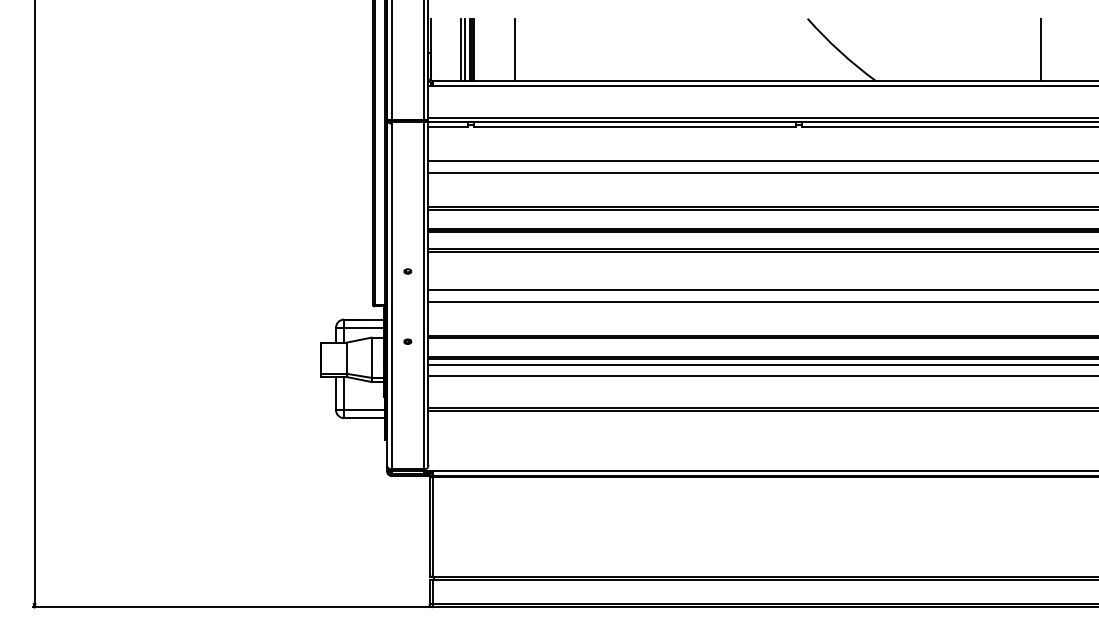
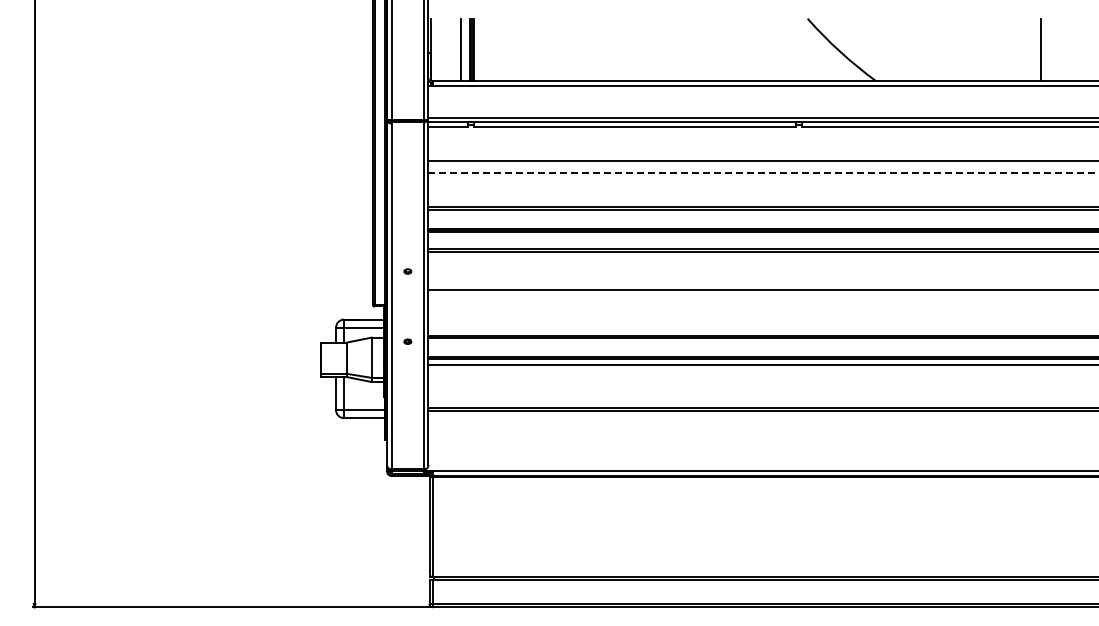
line at (465, 49): present -> none
line at (514, 49): present -> none
line at (763, 173): solid -> dashed
line at (761, 301): present -> none
line at (761, 375): present -> none
